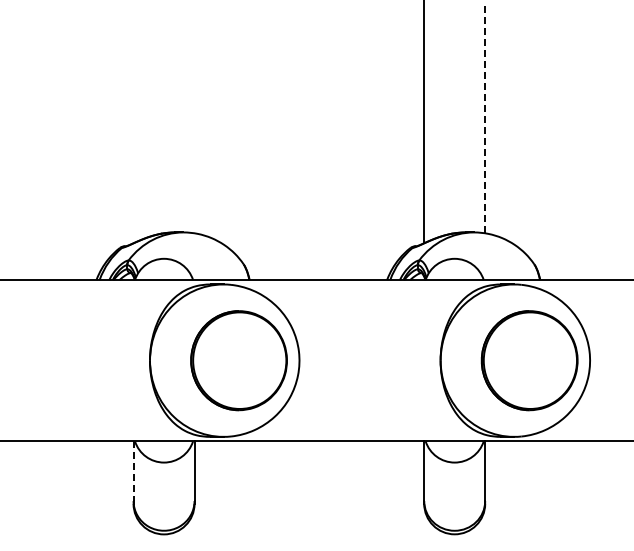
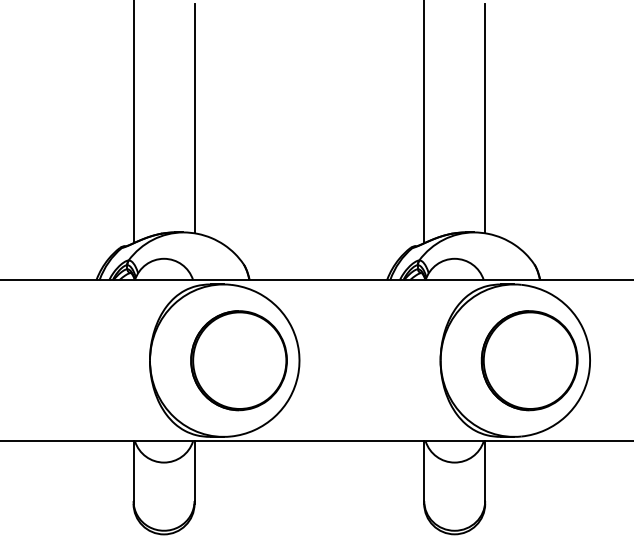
line at (194, 118): none -> present
line at (485, 118): dashed -> solid
line at (133, 122): none -> present
line at (133, 471): dashed -> solid
